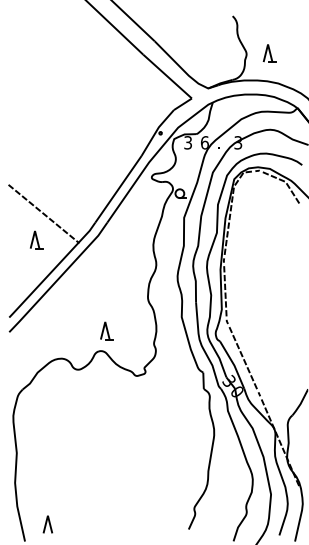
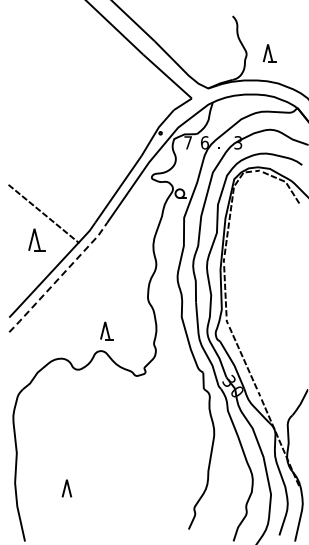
text at (187, 142): 3 -> 7
part at (36, 239) size: 14x20 px -> 18x24 px
line at (59, 278): solid -> dashed
line at (46, 524) position: (46, 524) -> (65, 488)
